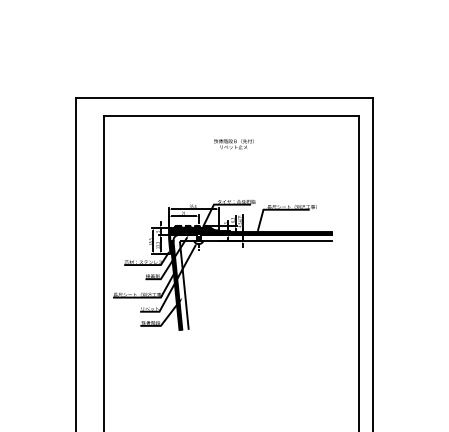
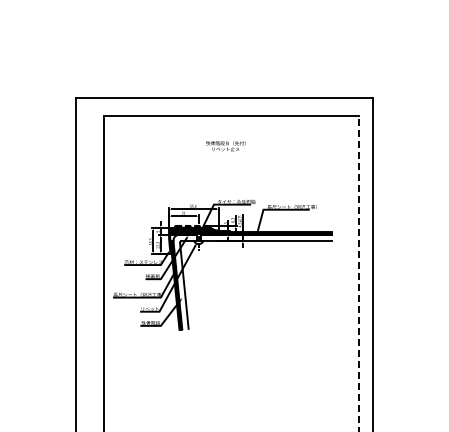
text at (233, 144) position: (233, 144) -> (225, 146)
line at (358, 273): solid -> dashed
